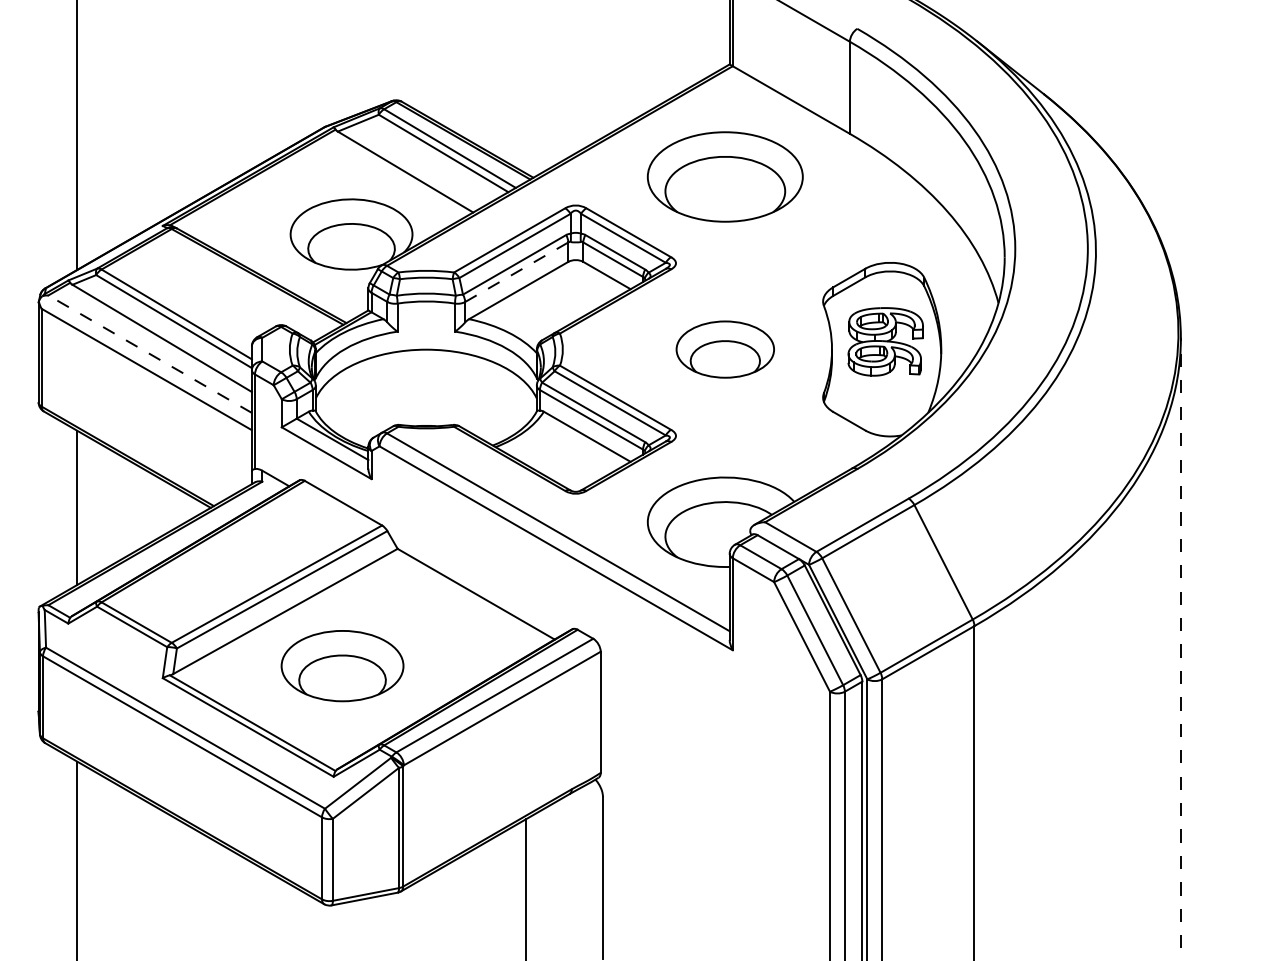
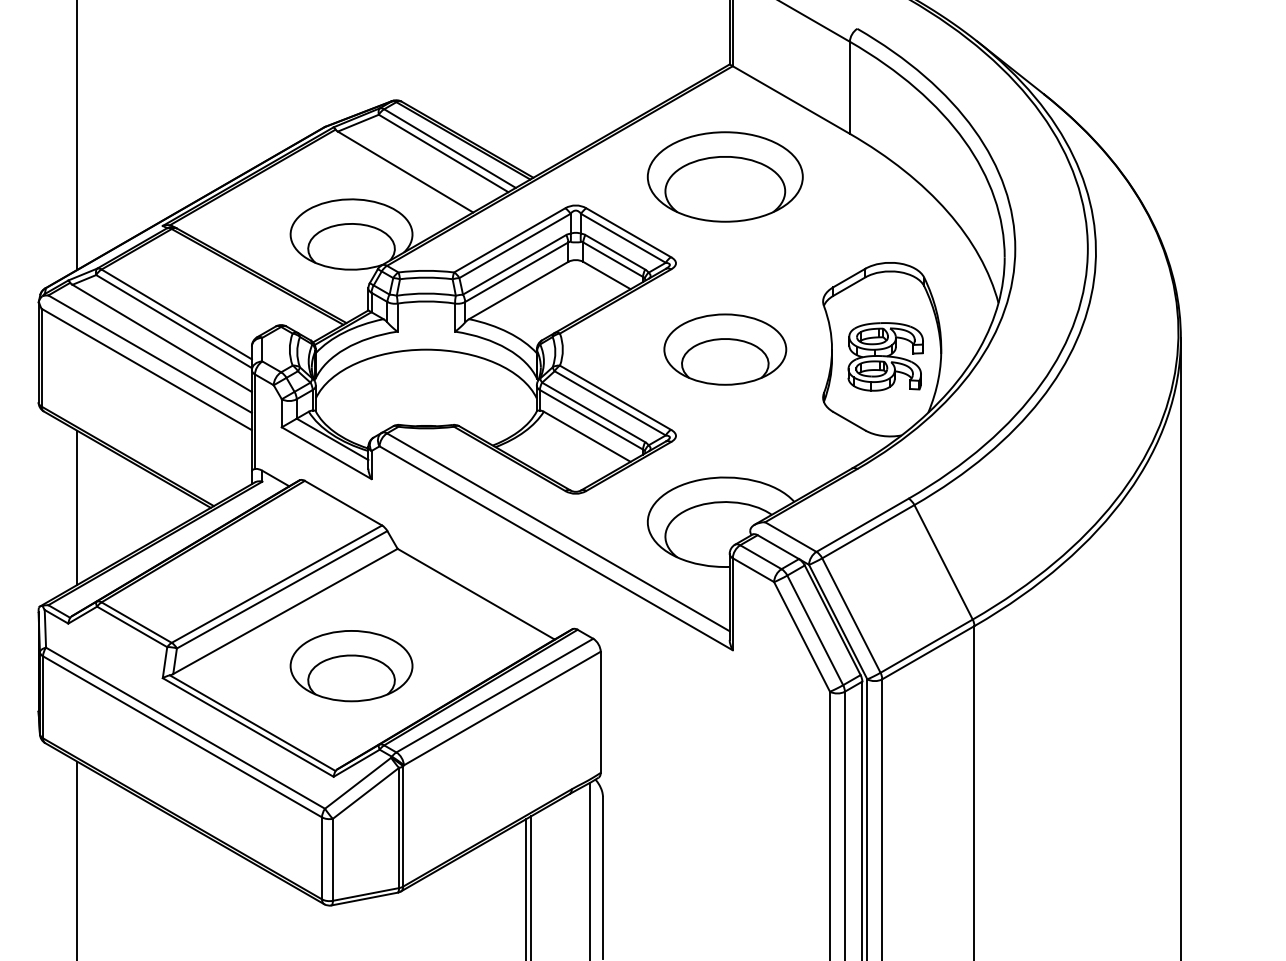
line at (516, 272): dashed -> solid
part at (885, 341) position: (885, 341) -> (885, 356)
part at (724, 349) size: 100x59 px -> 125x73 px
line at (149, 353): dashed -> solid
line at (1180, 649): dashed -> solid
part at (342, 666) position: (342, 666) -> (351, 666)
line at (590, 869): none -> present
line at (531, 886): none -> present
